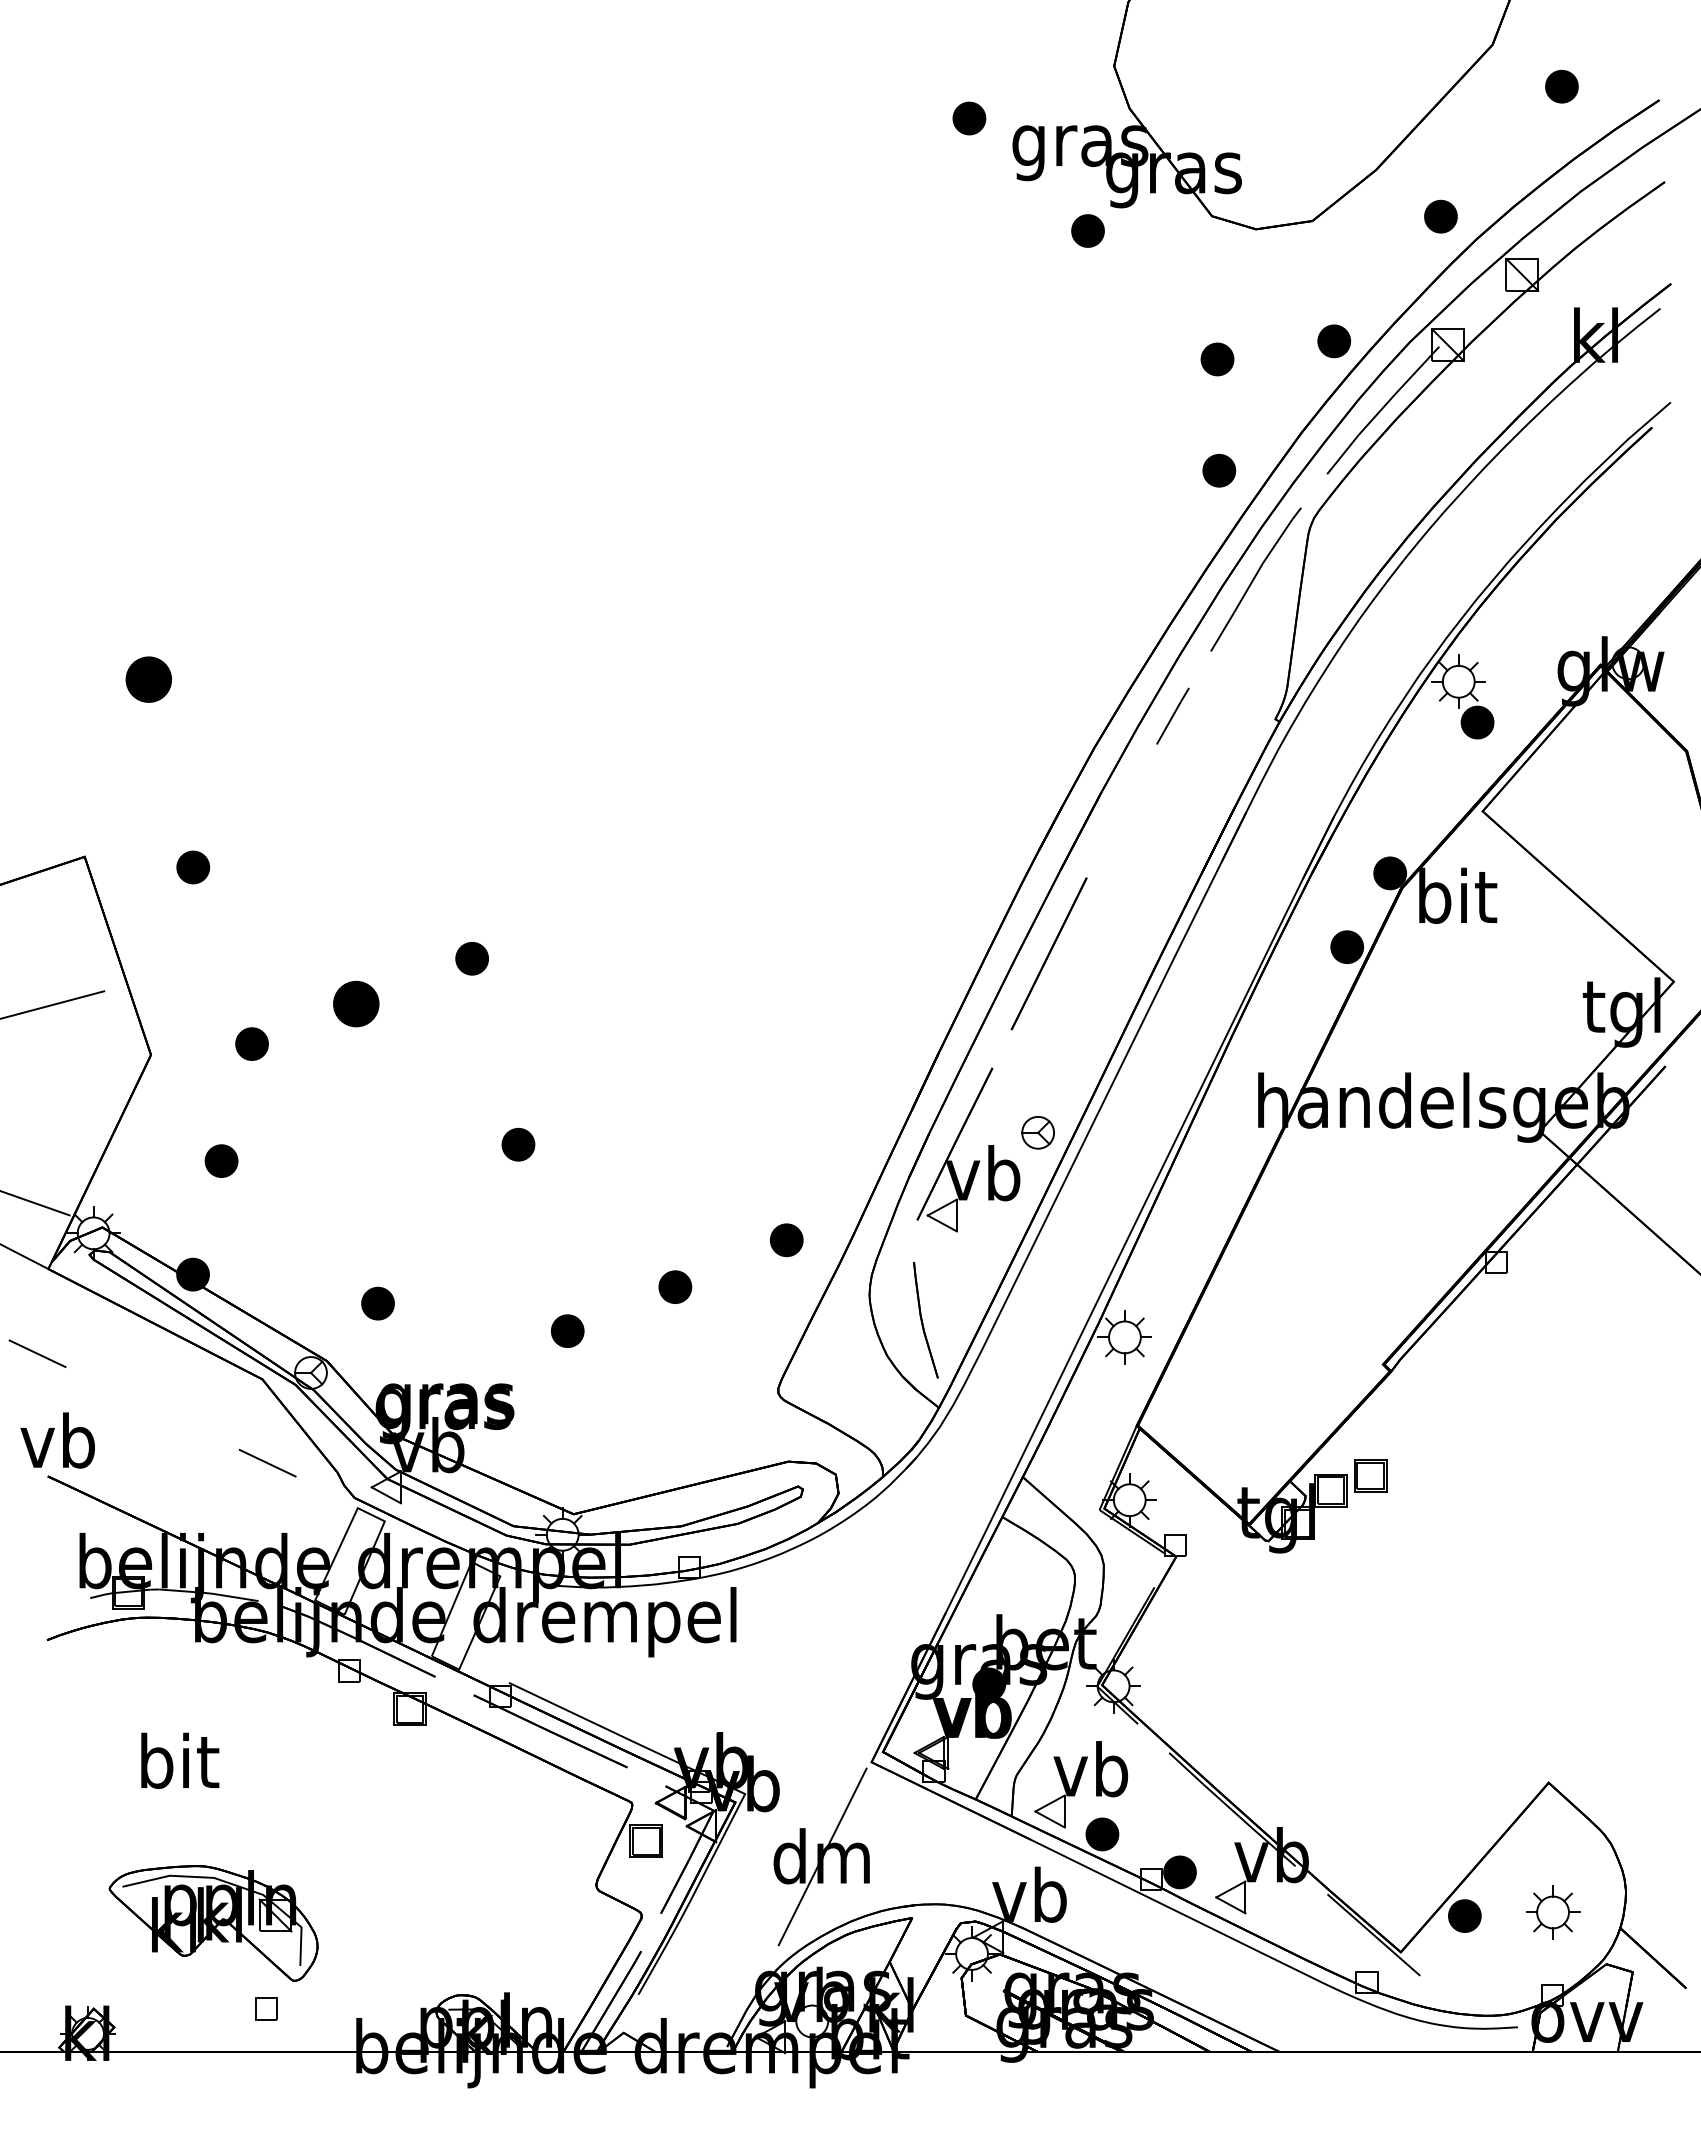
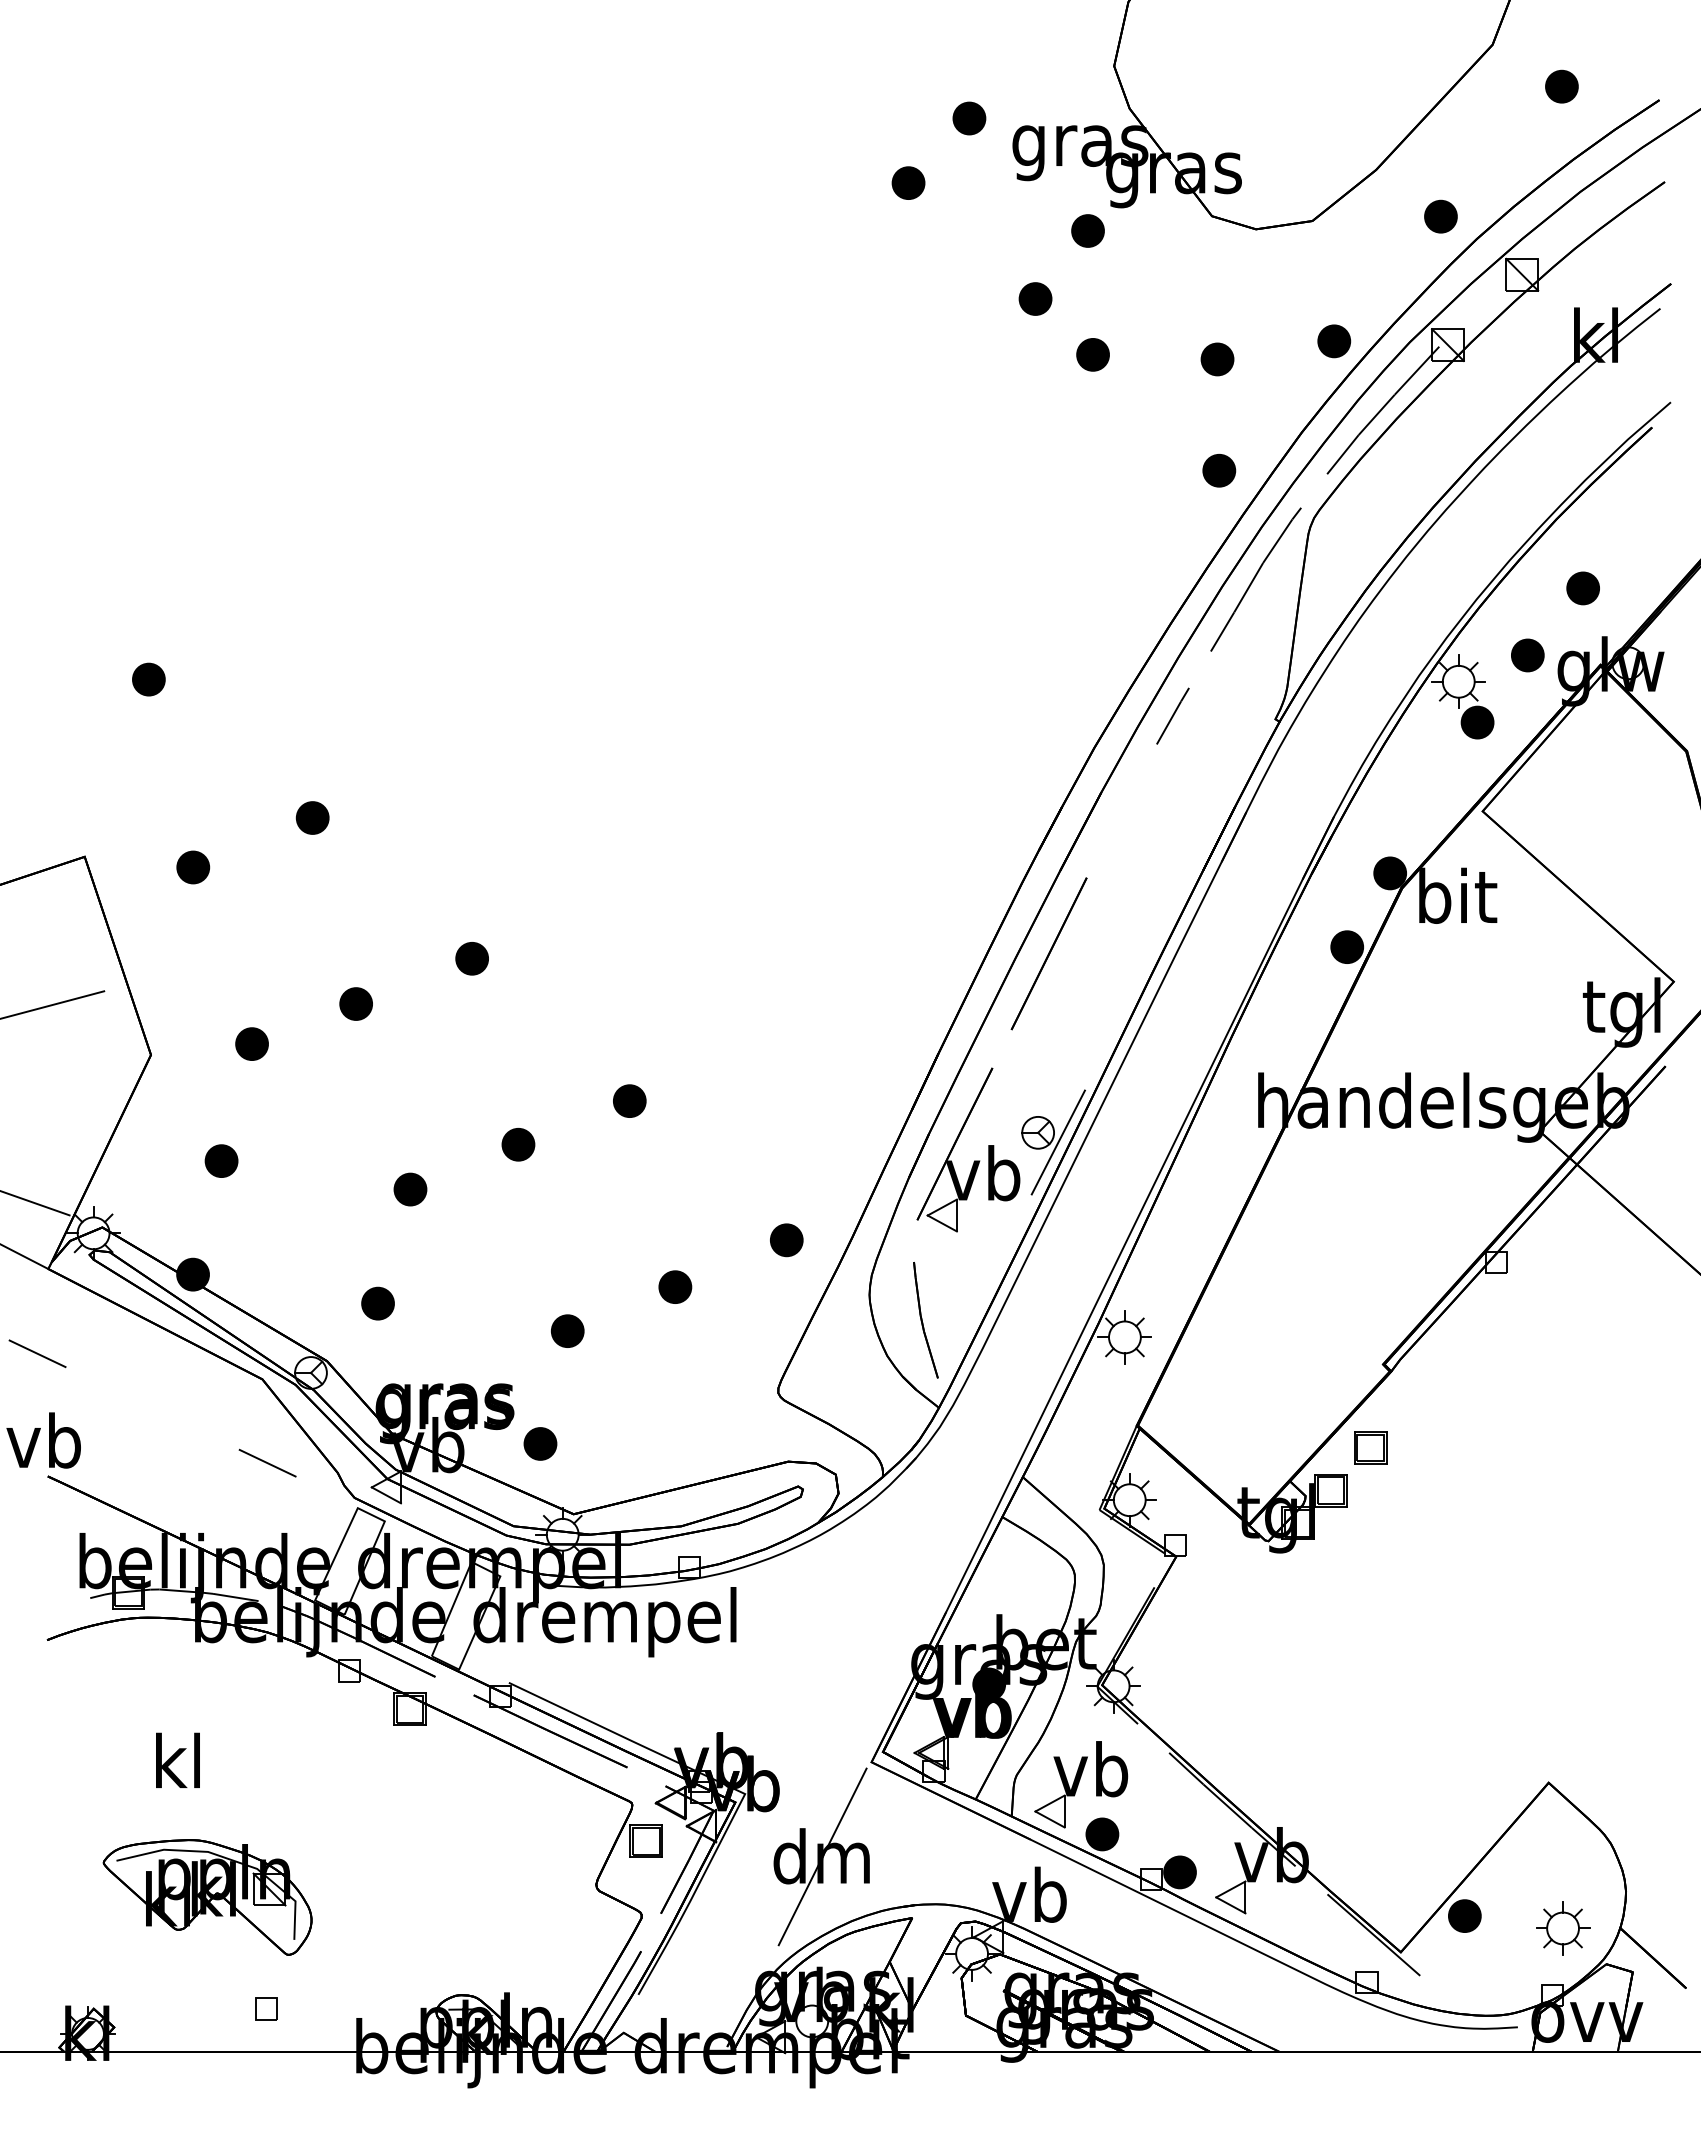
part at (908, 182): none -> present
part at (1035, 298): none -> present
part at (1092, 354): none -> present
part at (1582, 588): none -> present
part at (1527, 655): none -> present
part at (148, 679) size: 47x47 px -> 34x35 px
part at (312, 817): none -> present
part at (356, 1003) size: 47x48 px -> 34x34 px
part at (629, 1100): none -> present
line at (1058, 1142): none -> present
part at (410, 1189): none -> present
text at (57, 1440) position: (57, 1440) -> (43, 1440)
part at (540, 1443): none -> present
part at (1370, 1475) position: (1370, 1475) -> (1370, 1447)
text at (180, 1760): bit -> kl
part at (1553, 1912) position: (1553, 1912) -> (1563, 1928)
part at (213, 1923) position: (213, 1923) -> (207, 1897)
